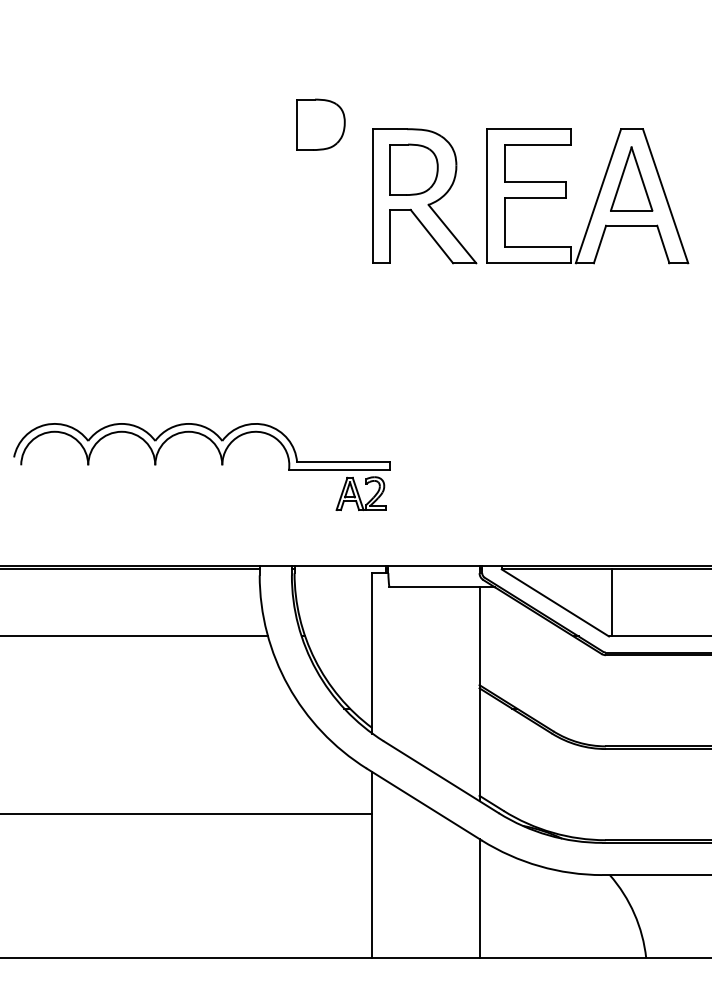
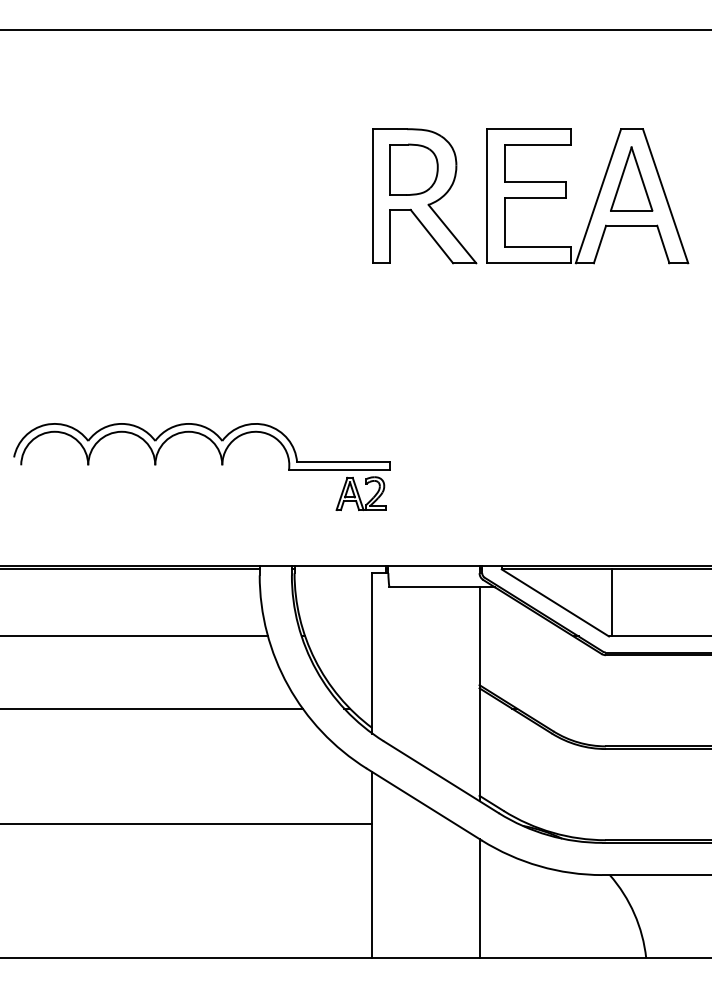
line at (355, 29): none -> present
part at (320, 124): present -> none
line at (152, 708): none -> present
line at (187, 813) position: (187, 813) -> (187, 823)
